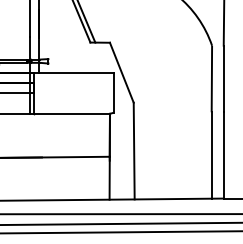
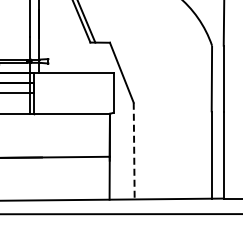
line at (134, 151): solid -> dashed
line at (120, 223): present -> none
line at (120, 232): present -> none
